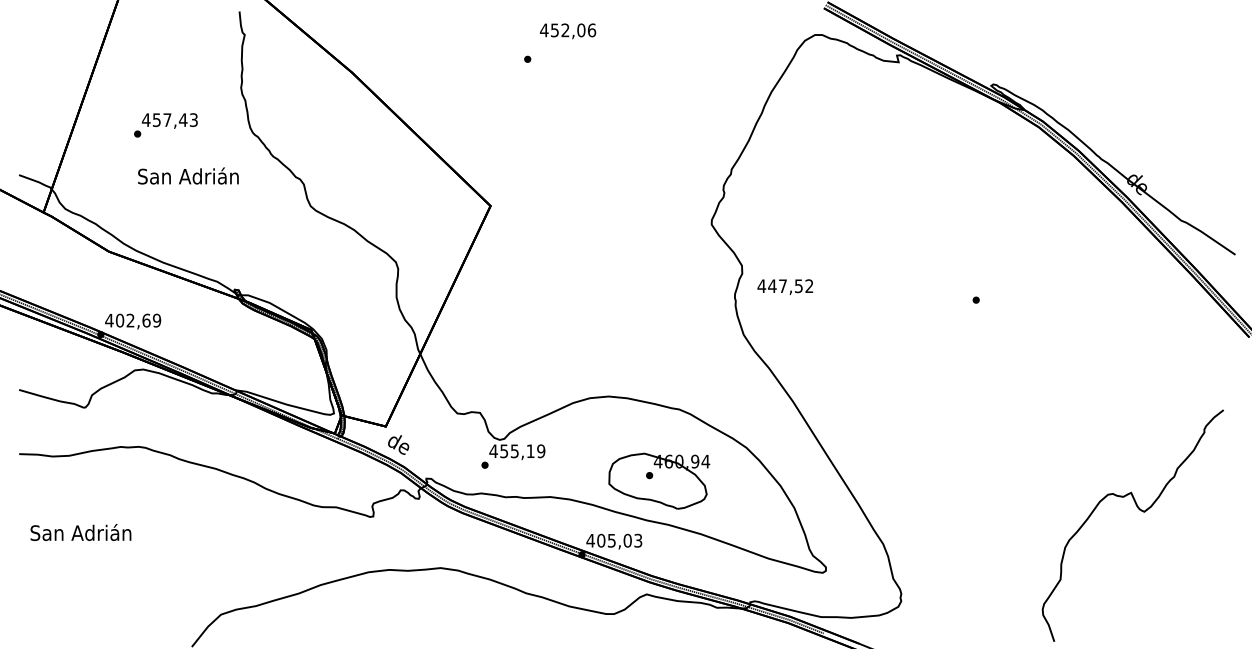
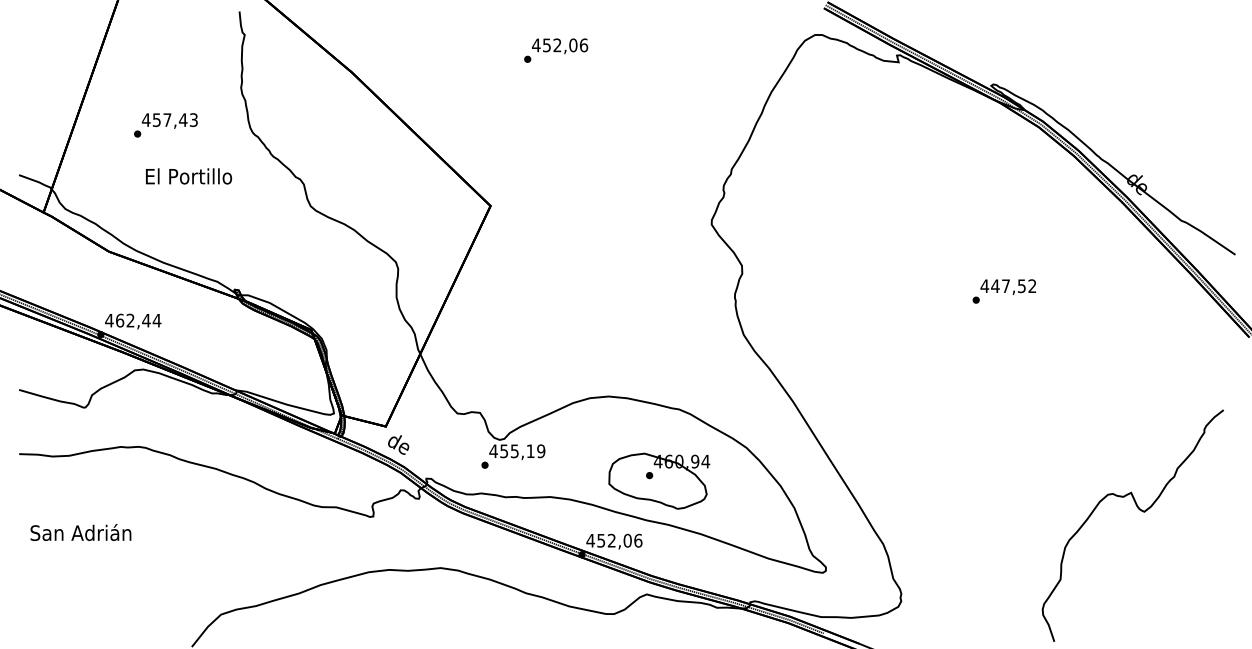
text at (568, 31) position: (568, 31) -> (560, 46)
text at (188, 175): San Adrián -> El Portillo
text at (785, 286) position: (785, 286) -> (1008, 286)
text at (138, 320): 402,69 -> 462,44
text at (619, 540): 405,03 -> 452,06
